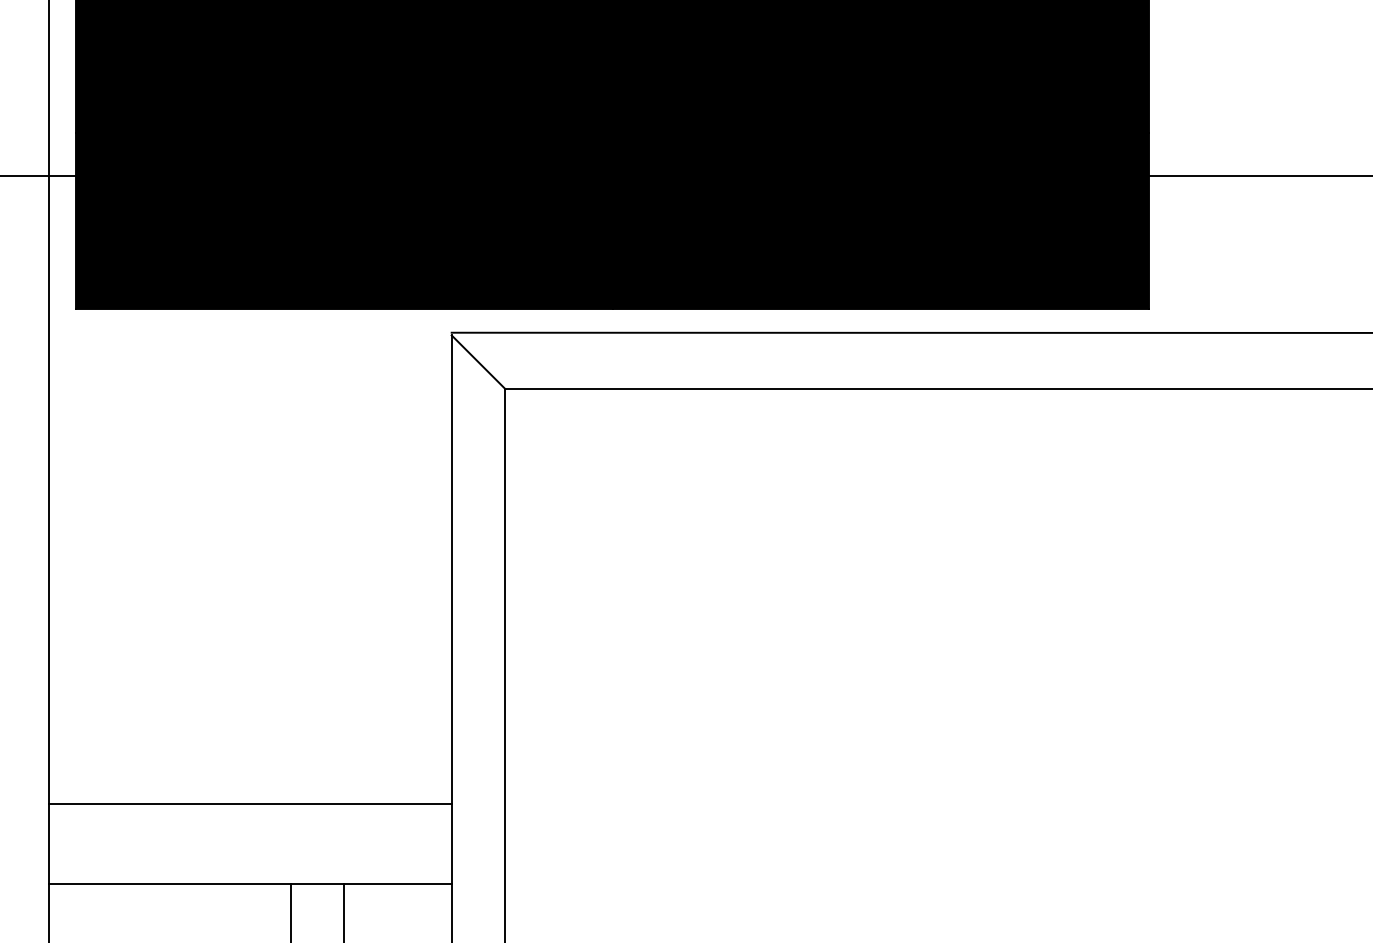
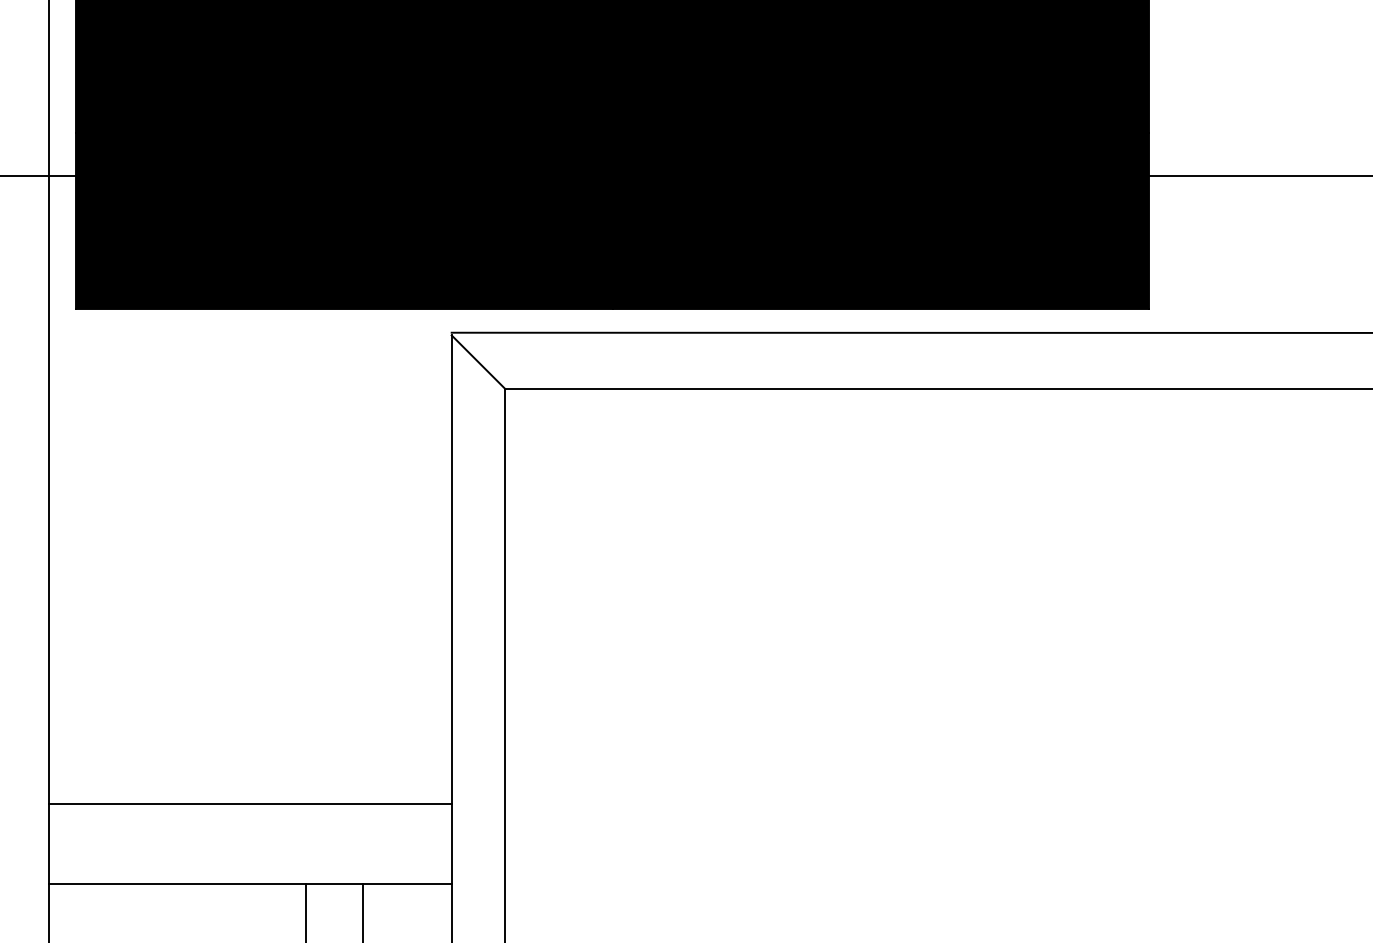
line at (290, 911) position: (290, 911) -> (305, 911)
line at (344, 911) position: (344, 911) -> (363, 911)
